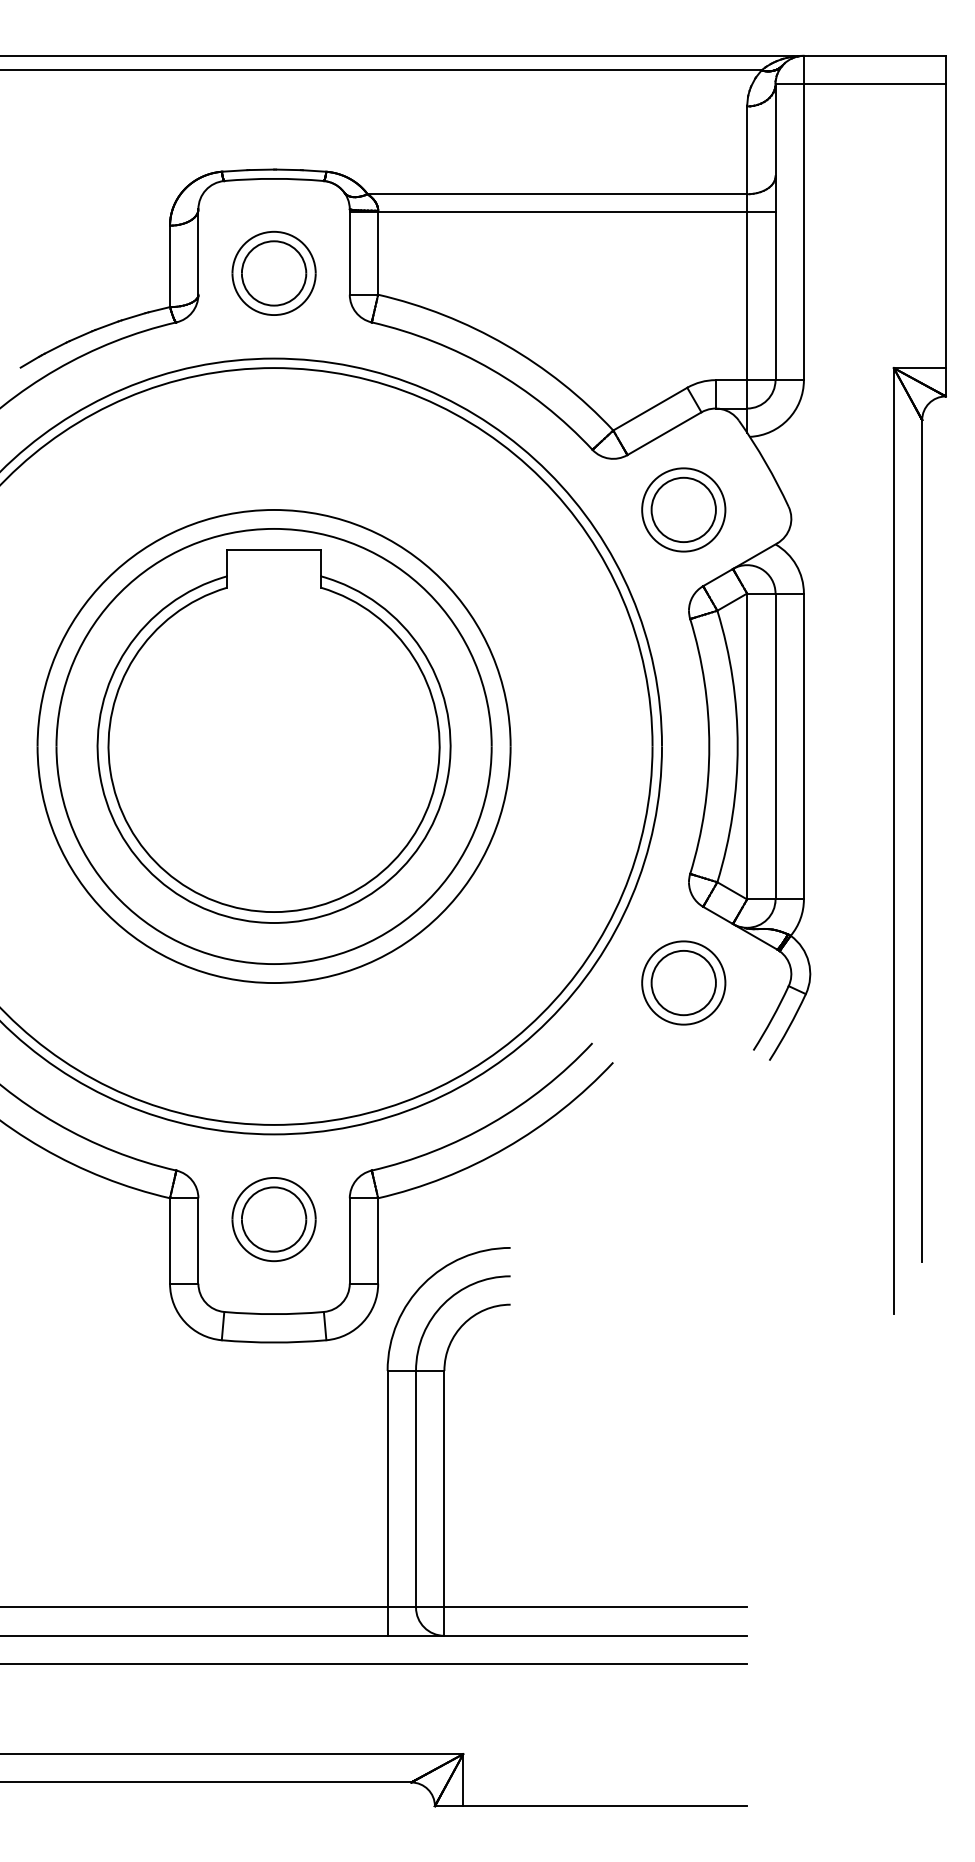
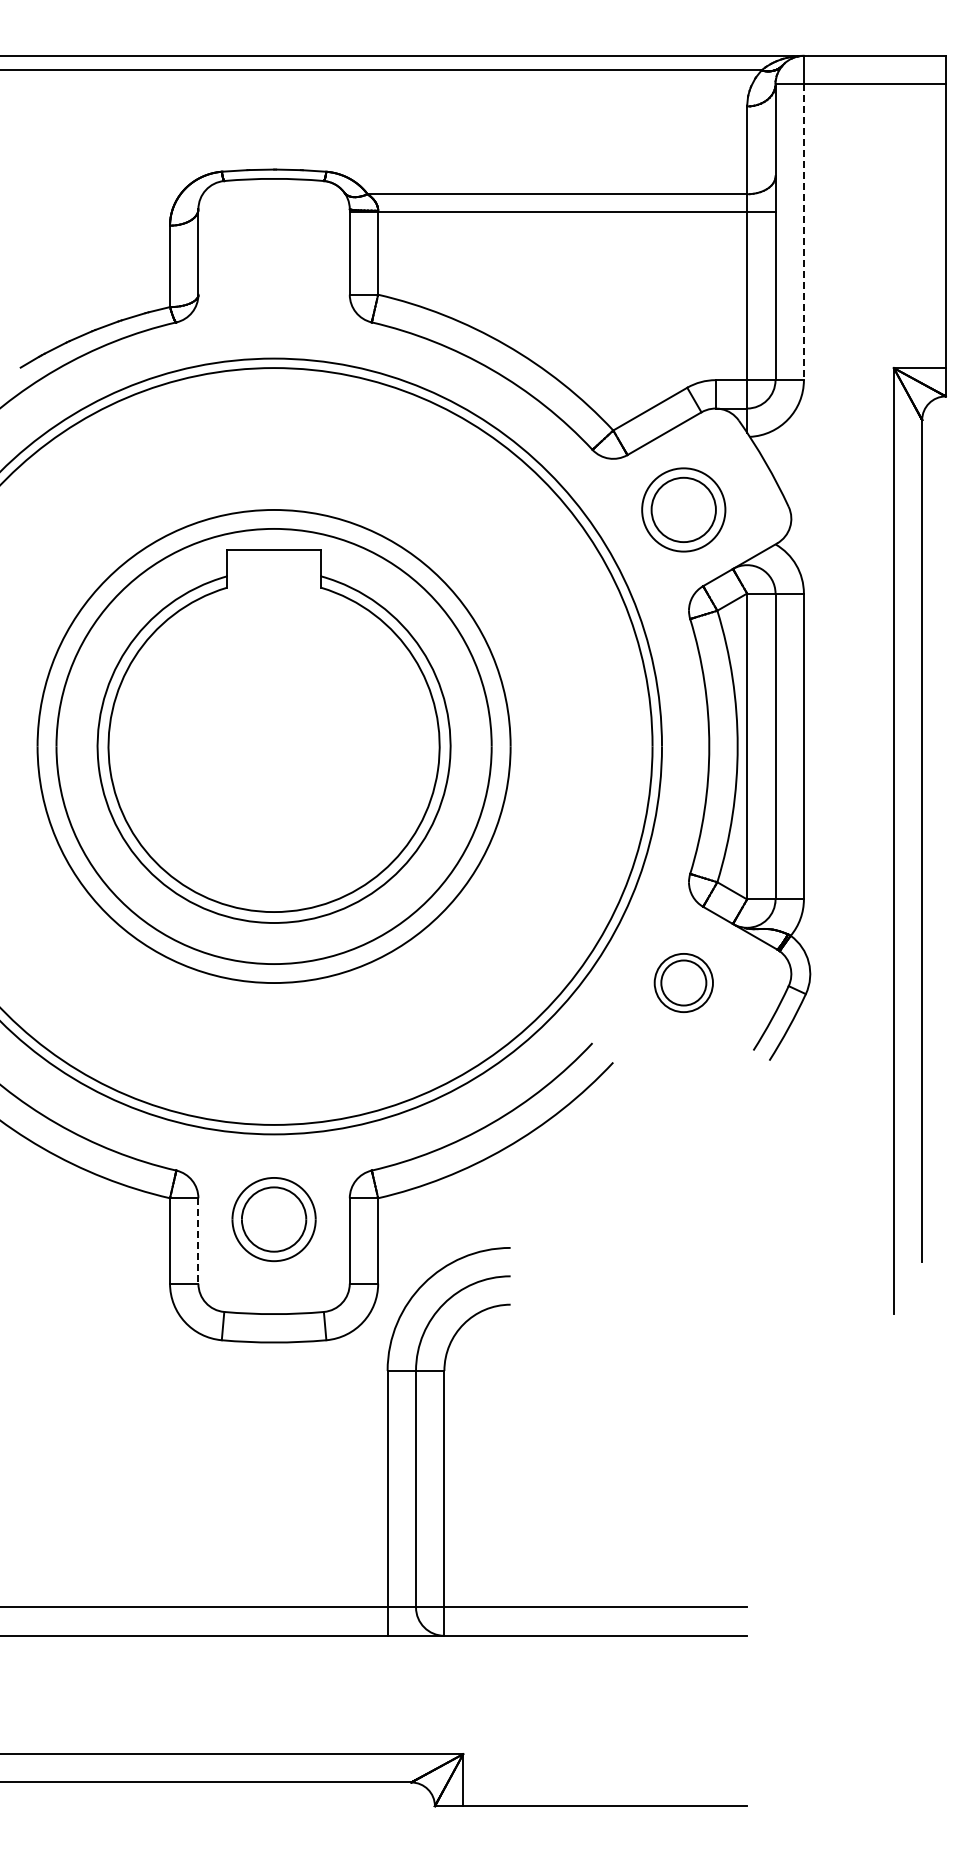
line at (803, 232): solid -> dashed
part at (273, 272): present -> none
part at (683, 982) size: 86x86 px -> 61x60 px
line at (198, 1240): solid -> dashed
line at (374, 1664): present -> none
